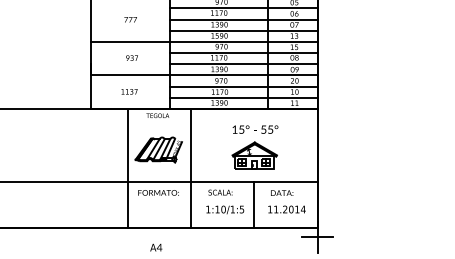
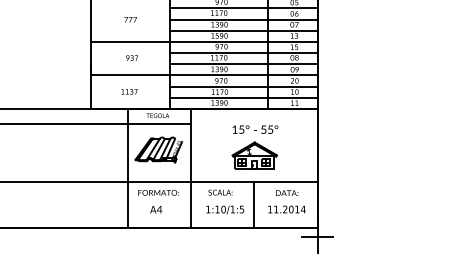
line at (96, 124): none -> present
text at (282, 192) position: (282, 192) -> (287, 192)
text at (156, 247) position: (156, 247) -> (156, 209)
